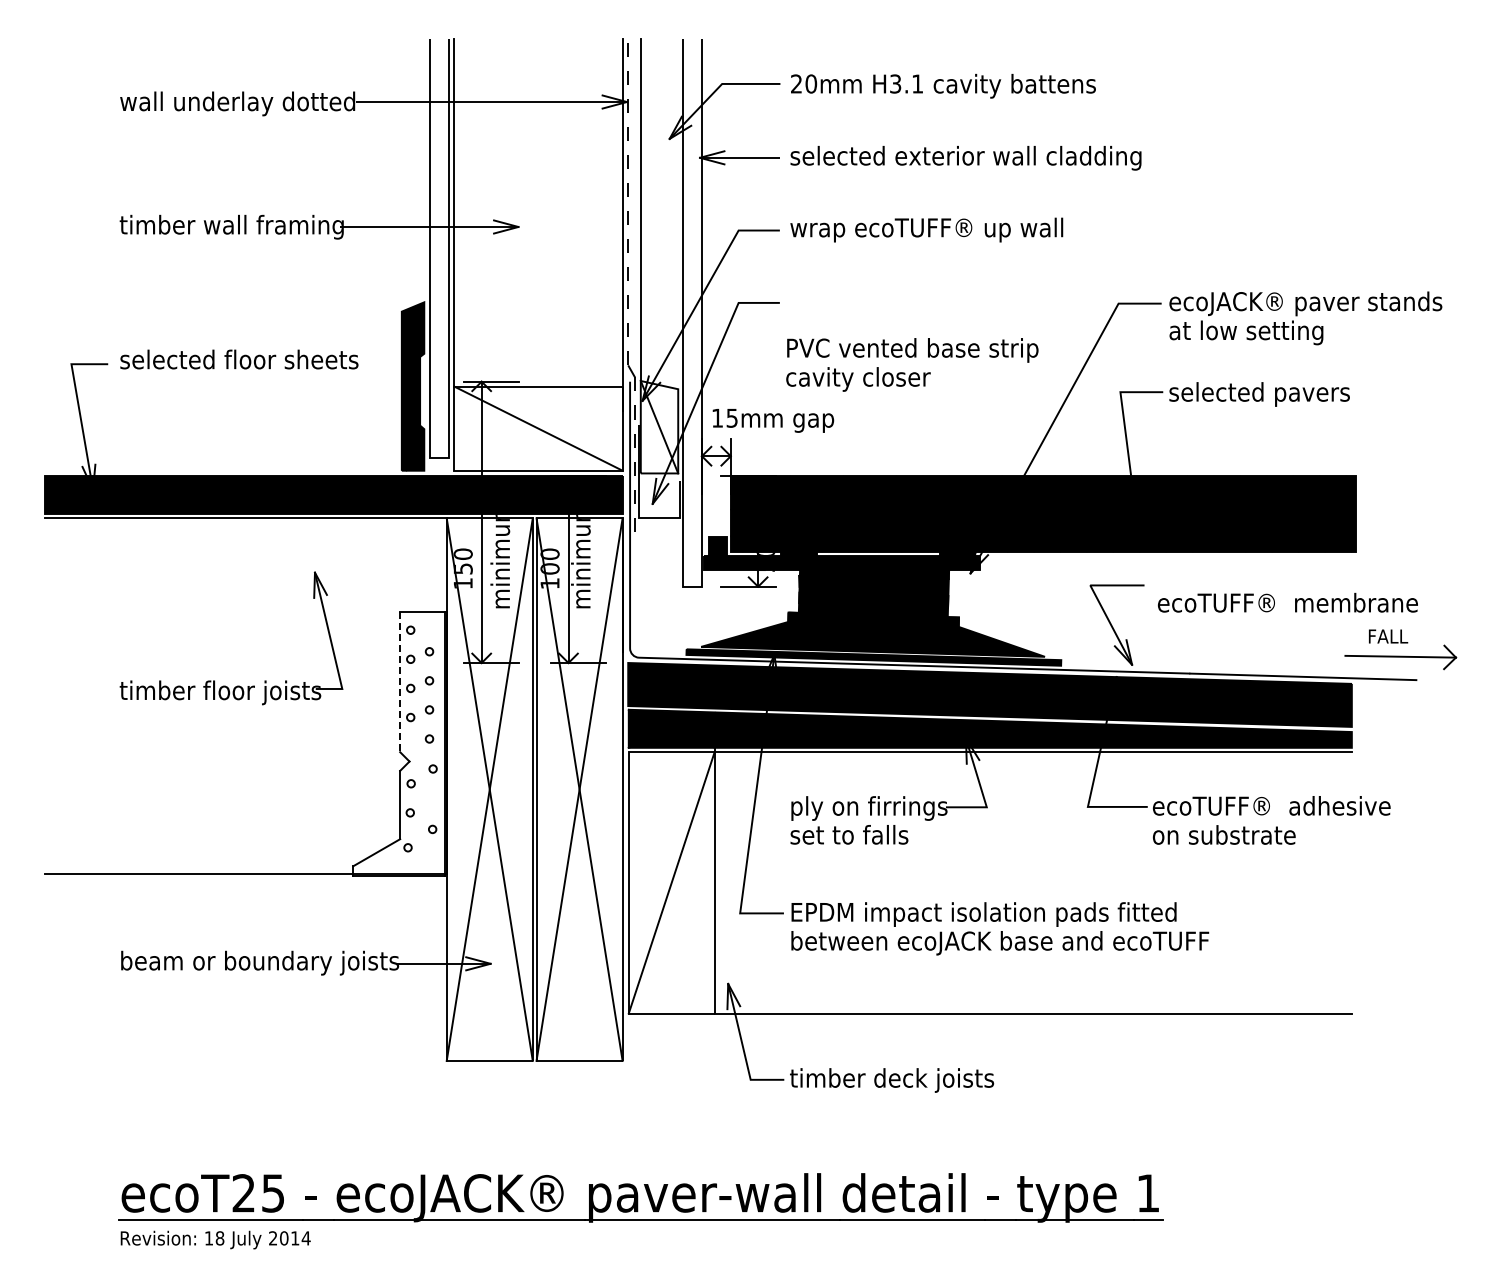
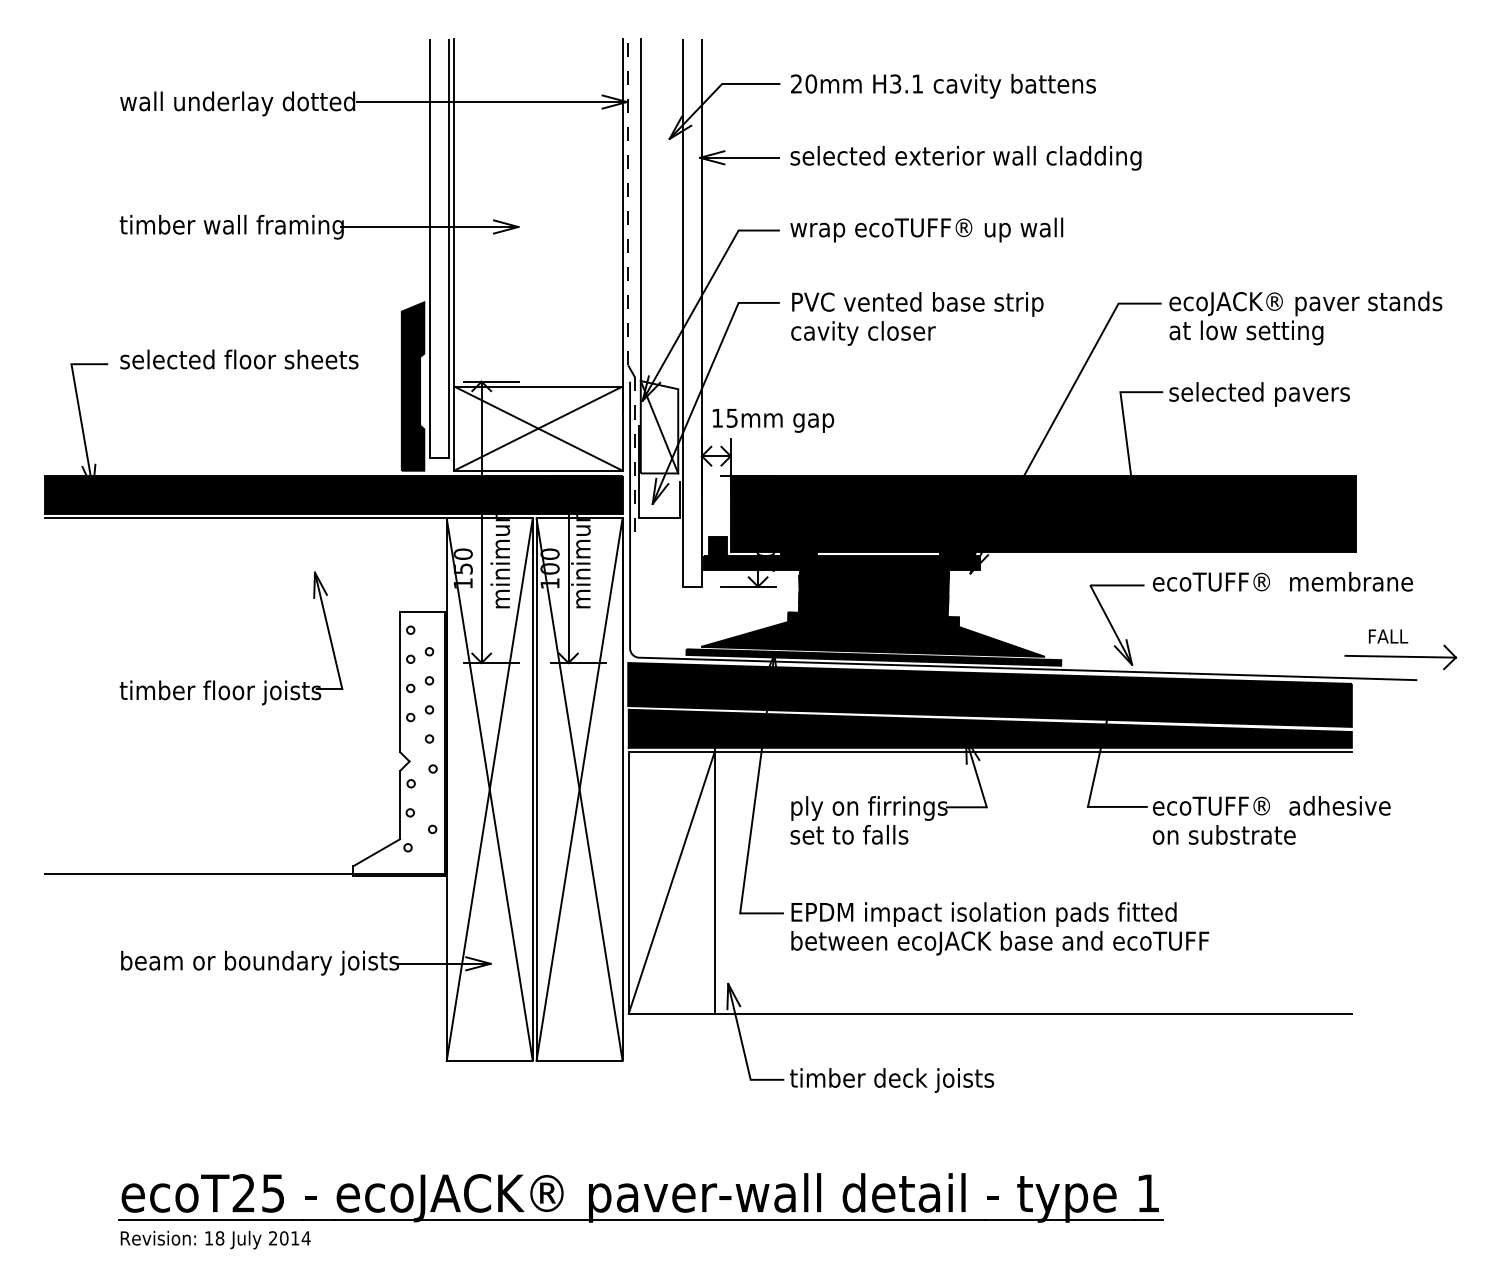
text at (912, 364) position: (912, 364) -> (917, 318)
line at (538, 428): none -> present
text at (1287, 602) position: (1287, 602) -> (1282, 581)
line at (400, 682): dashed -> solid
